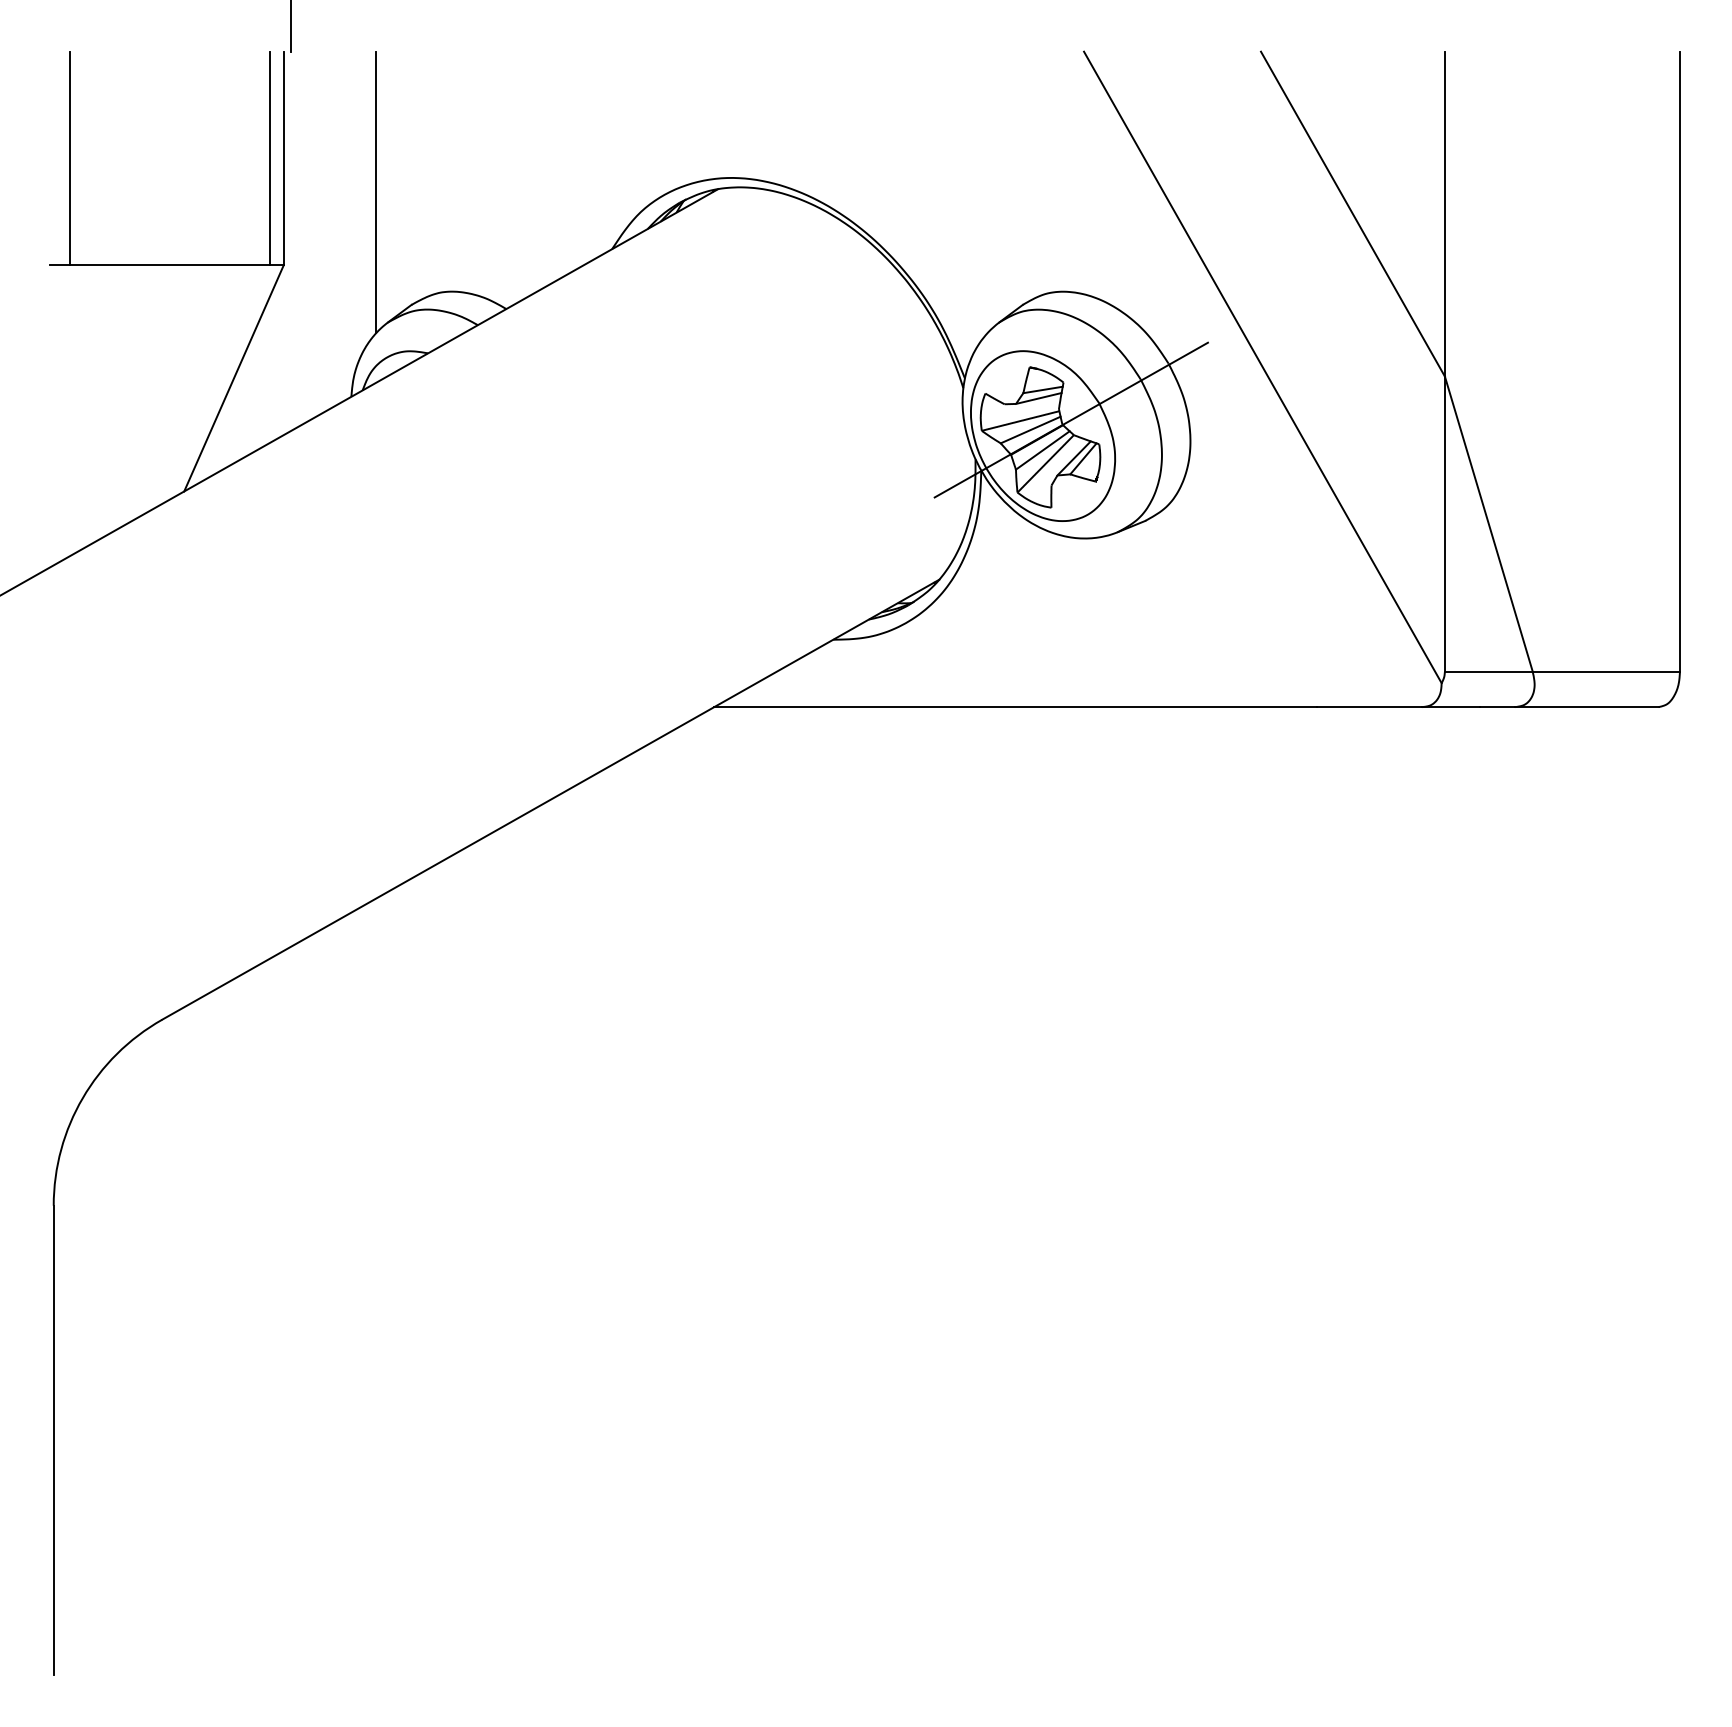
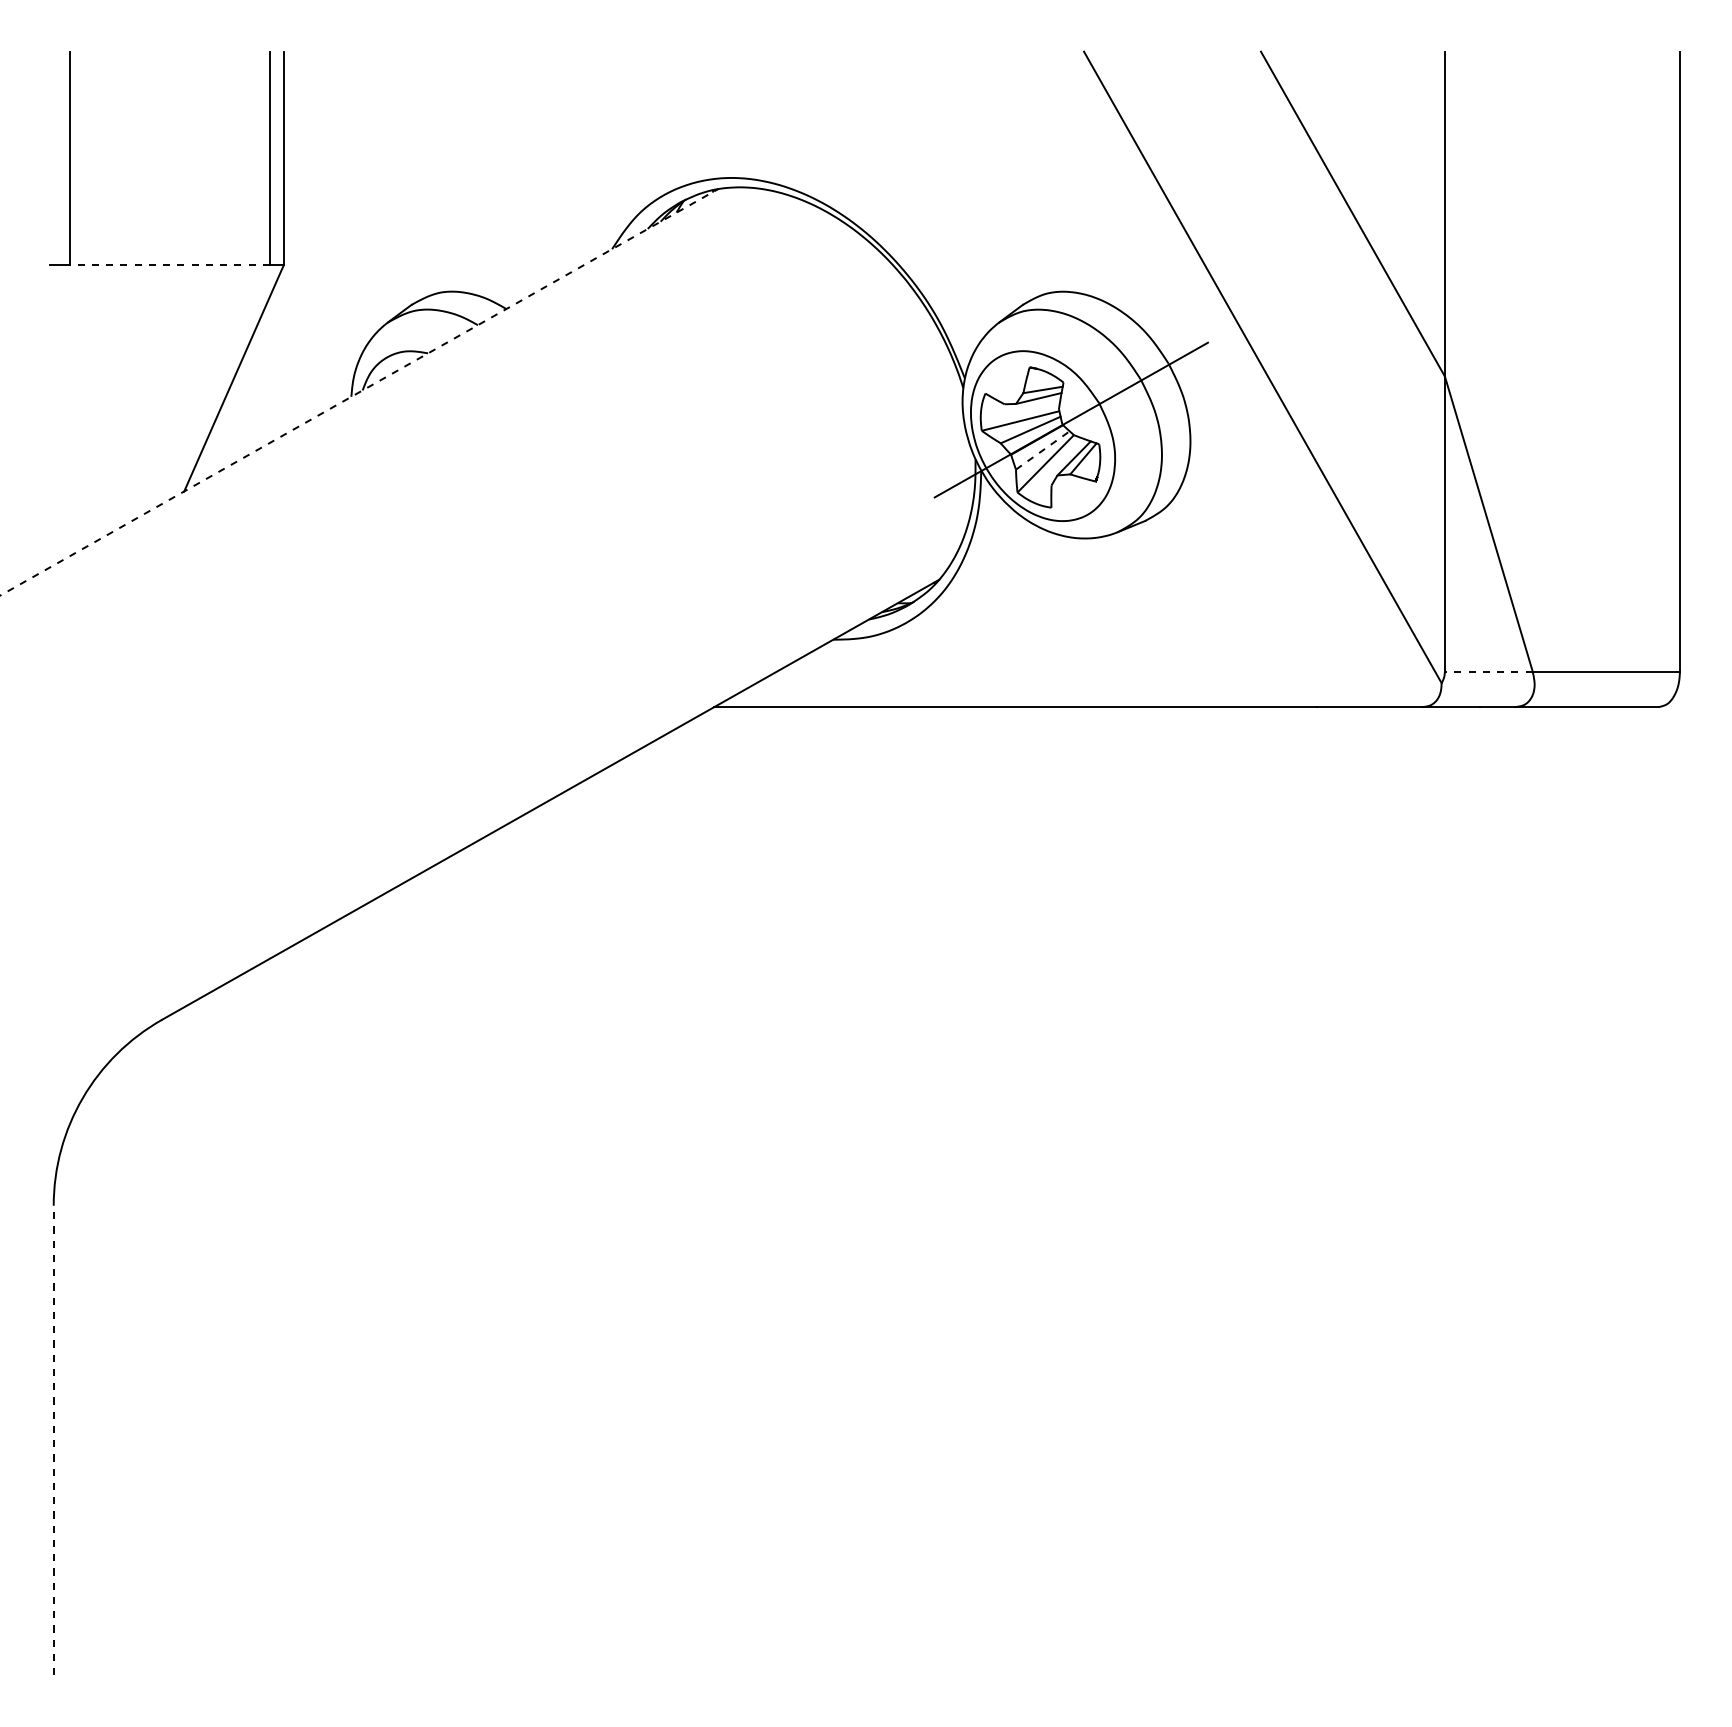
line at (290, 26): present -> none
line at (376, 192): present -> none
line at (169, 265): solid -> dashed
line at (359, 391): solid -> dashed
line at (1042, 450): solid -> dashed
line at (1488, 671): solid -> dashed
line at (53, 1440): solid -> dashed
